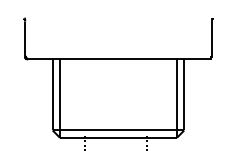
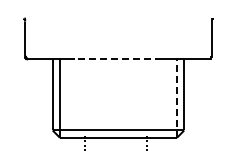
line at (117, 59): solid -> dashed
line at (177, 98): solid -> dashed
